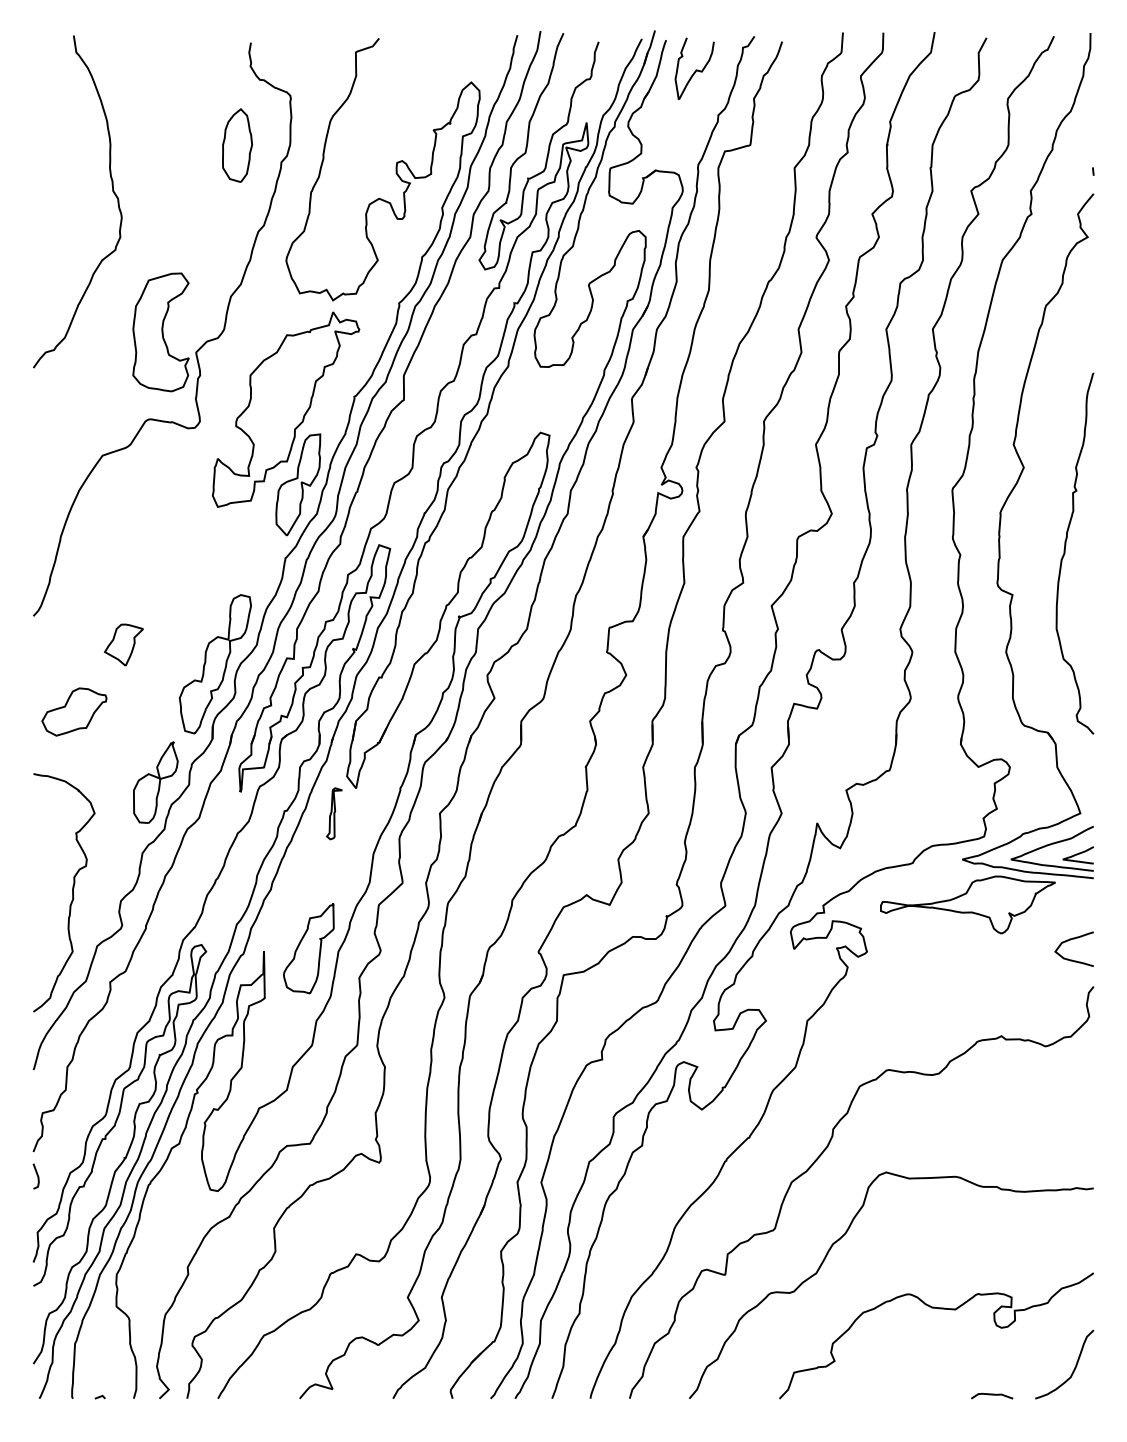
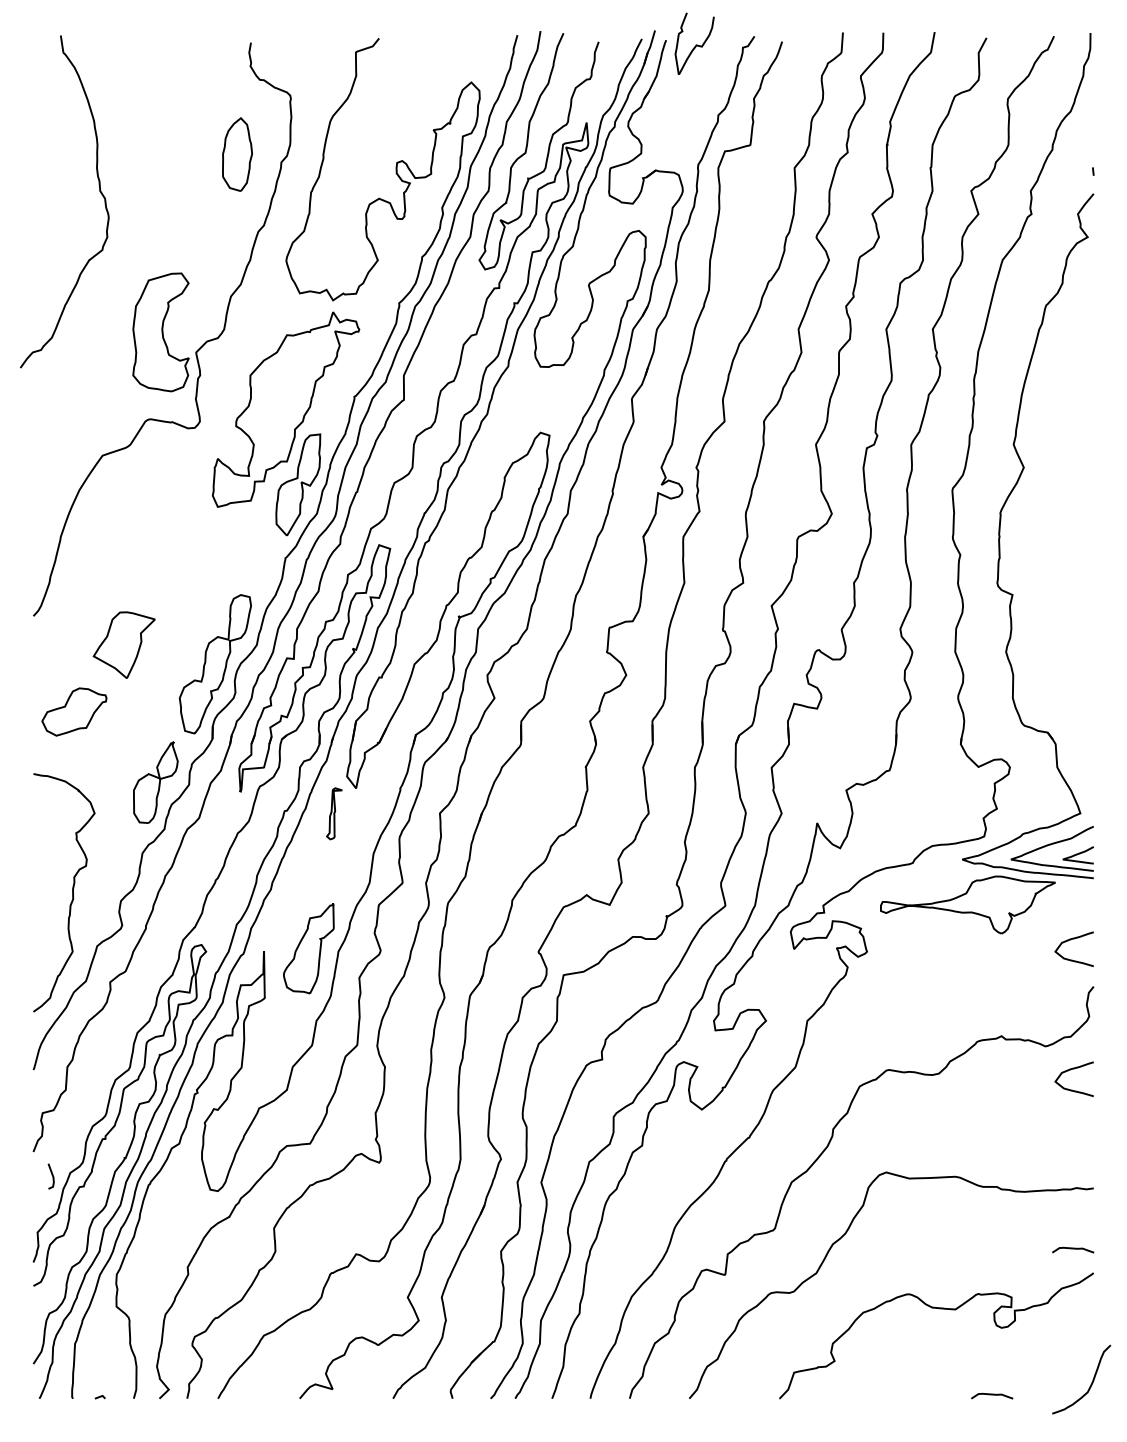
curve at (696, 69) position: (696, 69) -> (696, 44)
part at (237, 145) position: (237, 145) -> (237, 154)
curve at (112, 191) position: (112, 191) -> (99, 191)
curve at (1065, 553): present -> none
part at (123, 644) size: 41x44 px -> 64x68 px
curve at (1070, 1070): none -> present
line at (36, 1175) position: (36, 1175) -> (51, 1175)
curve at (1073, 1249): none -> present
curve at (1073, 1369) position: (1073, 1369) -> (1090, 1384)
